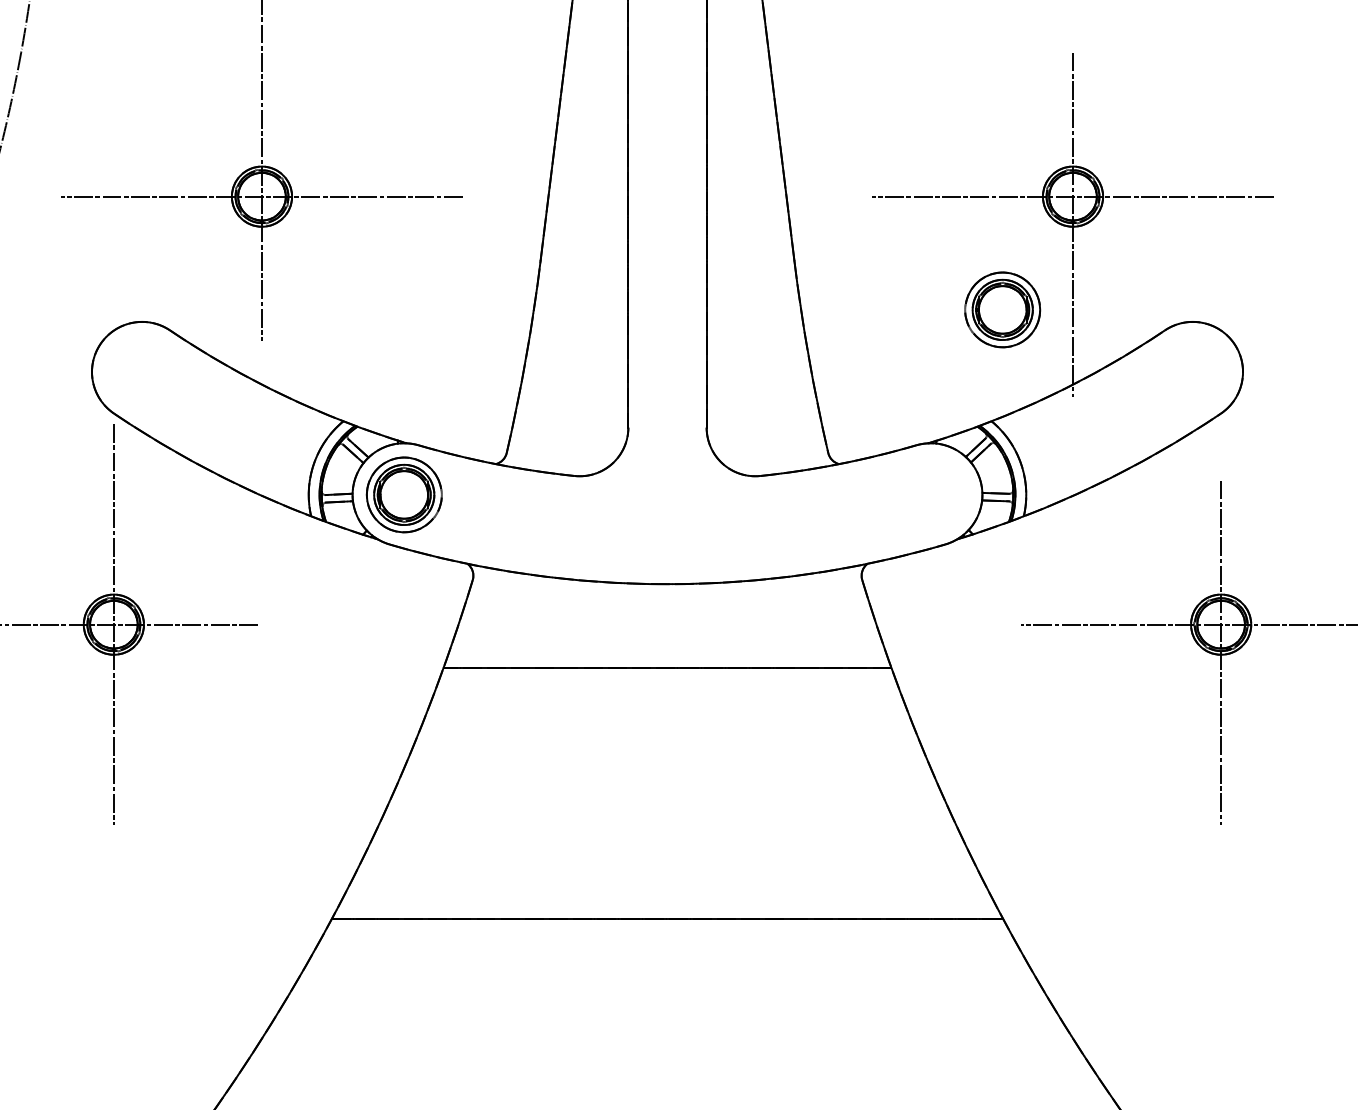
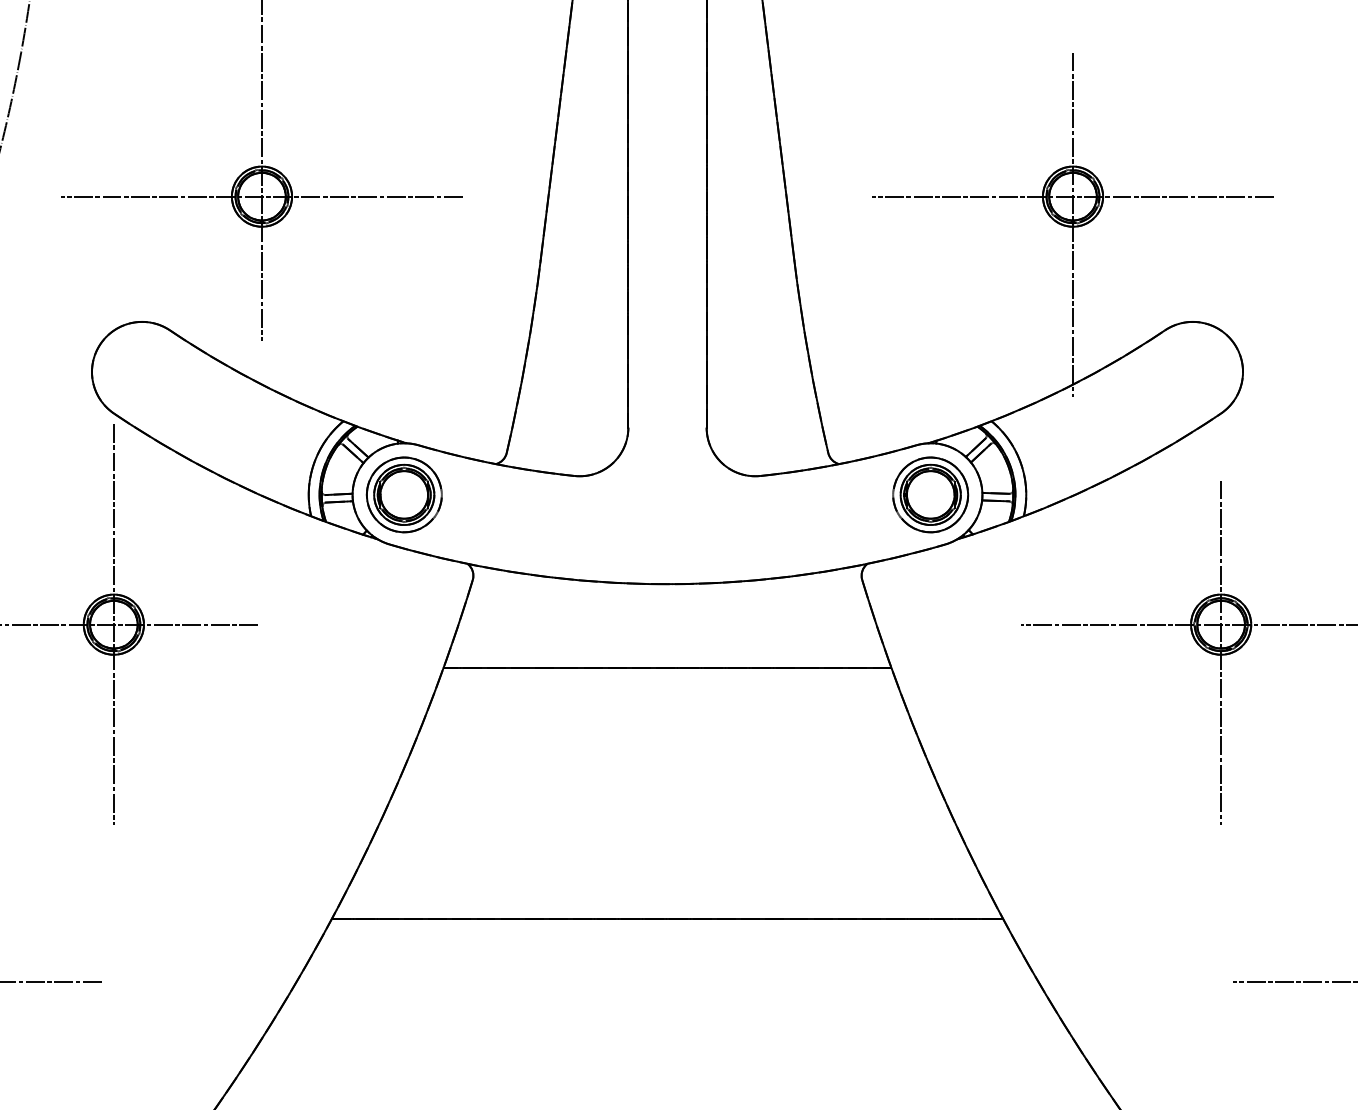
part at (1002, 309) position: (1002, 309) -> (930, 494)
line at (51, 981): none -> present
line at (1293, 981): none -> present
